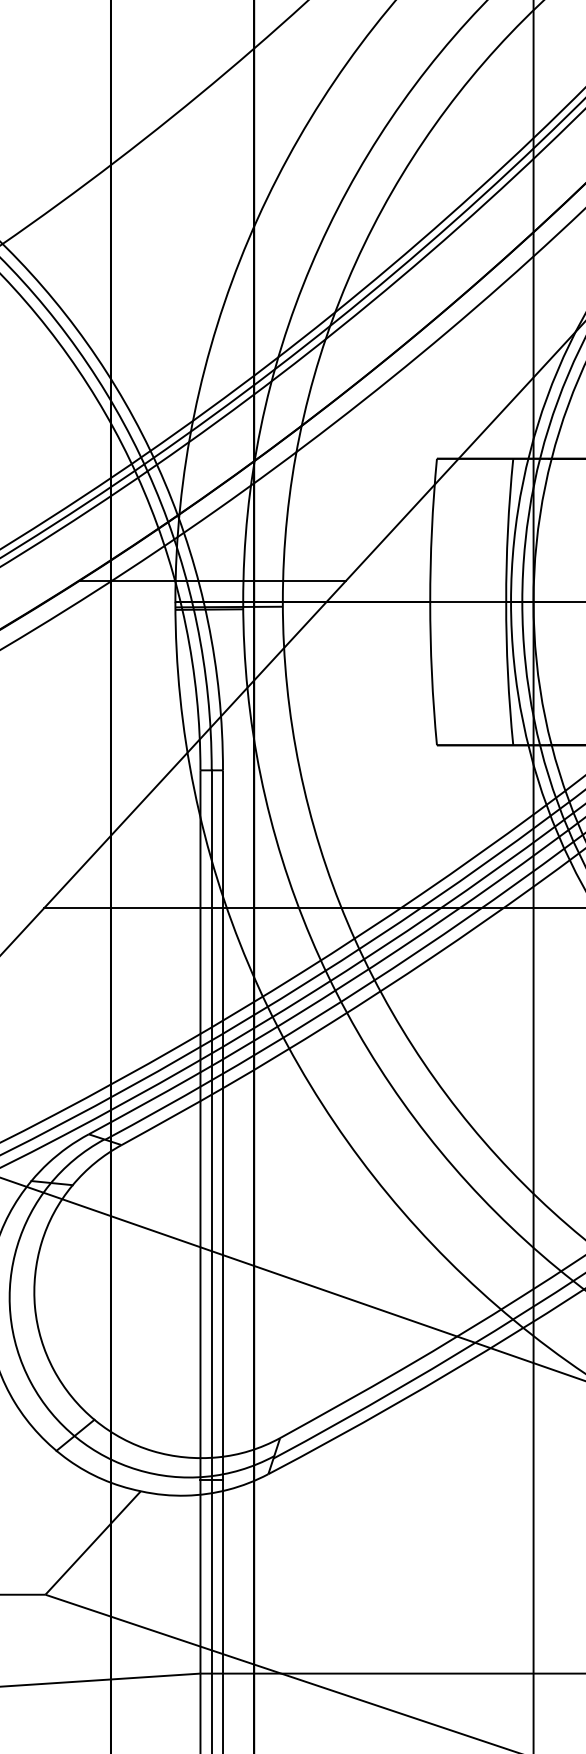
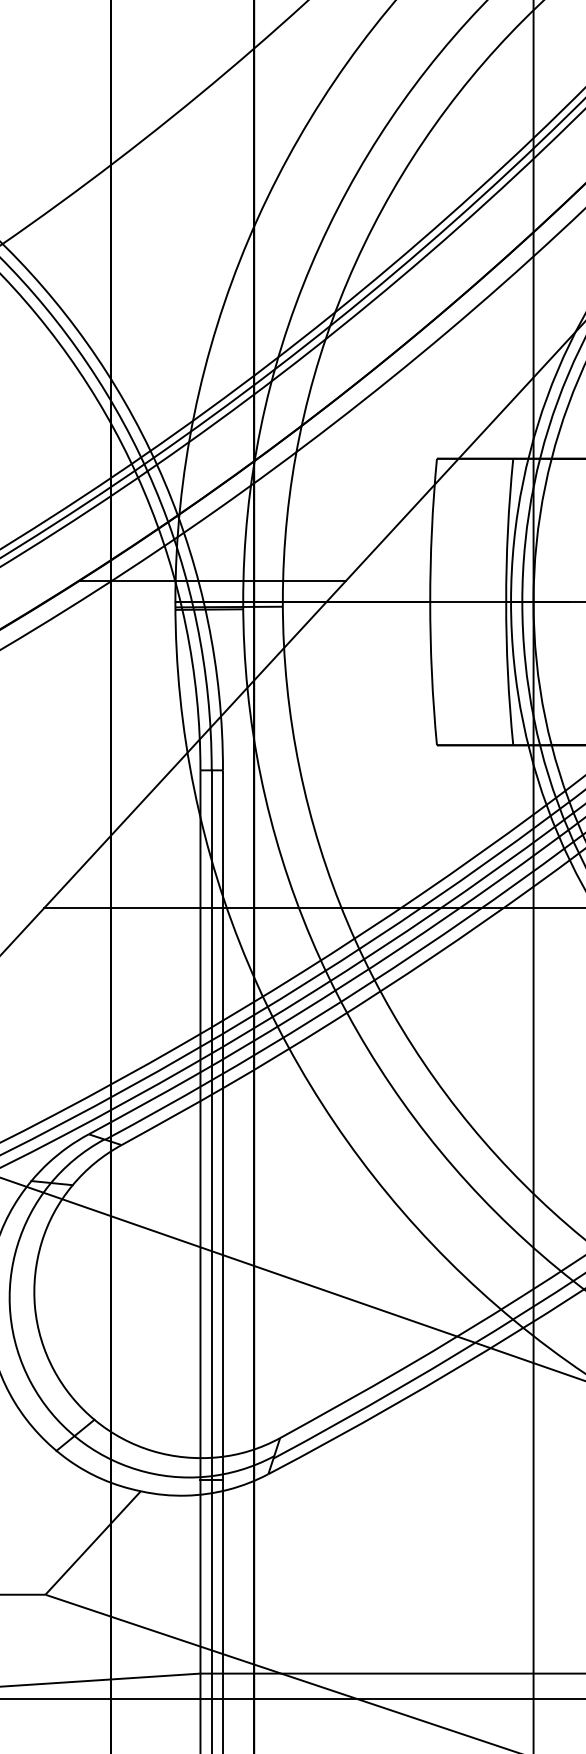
line at (292, 1699): none -> present
